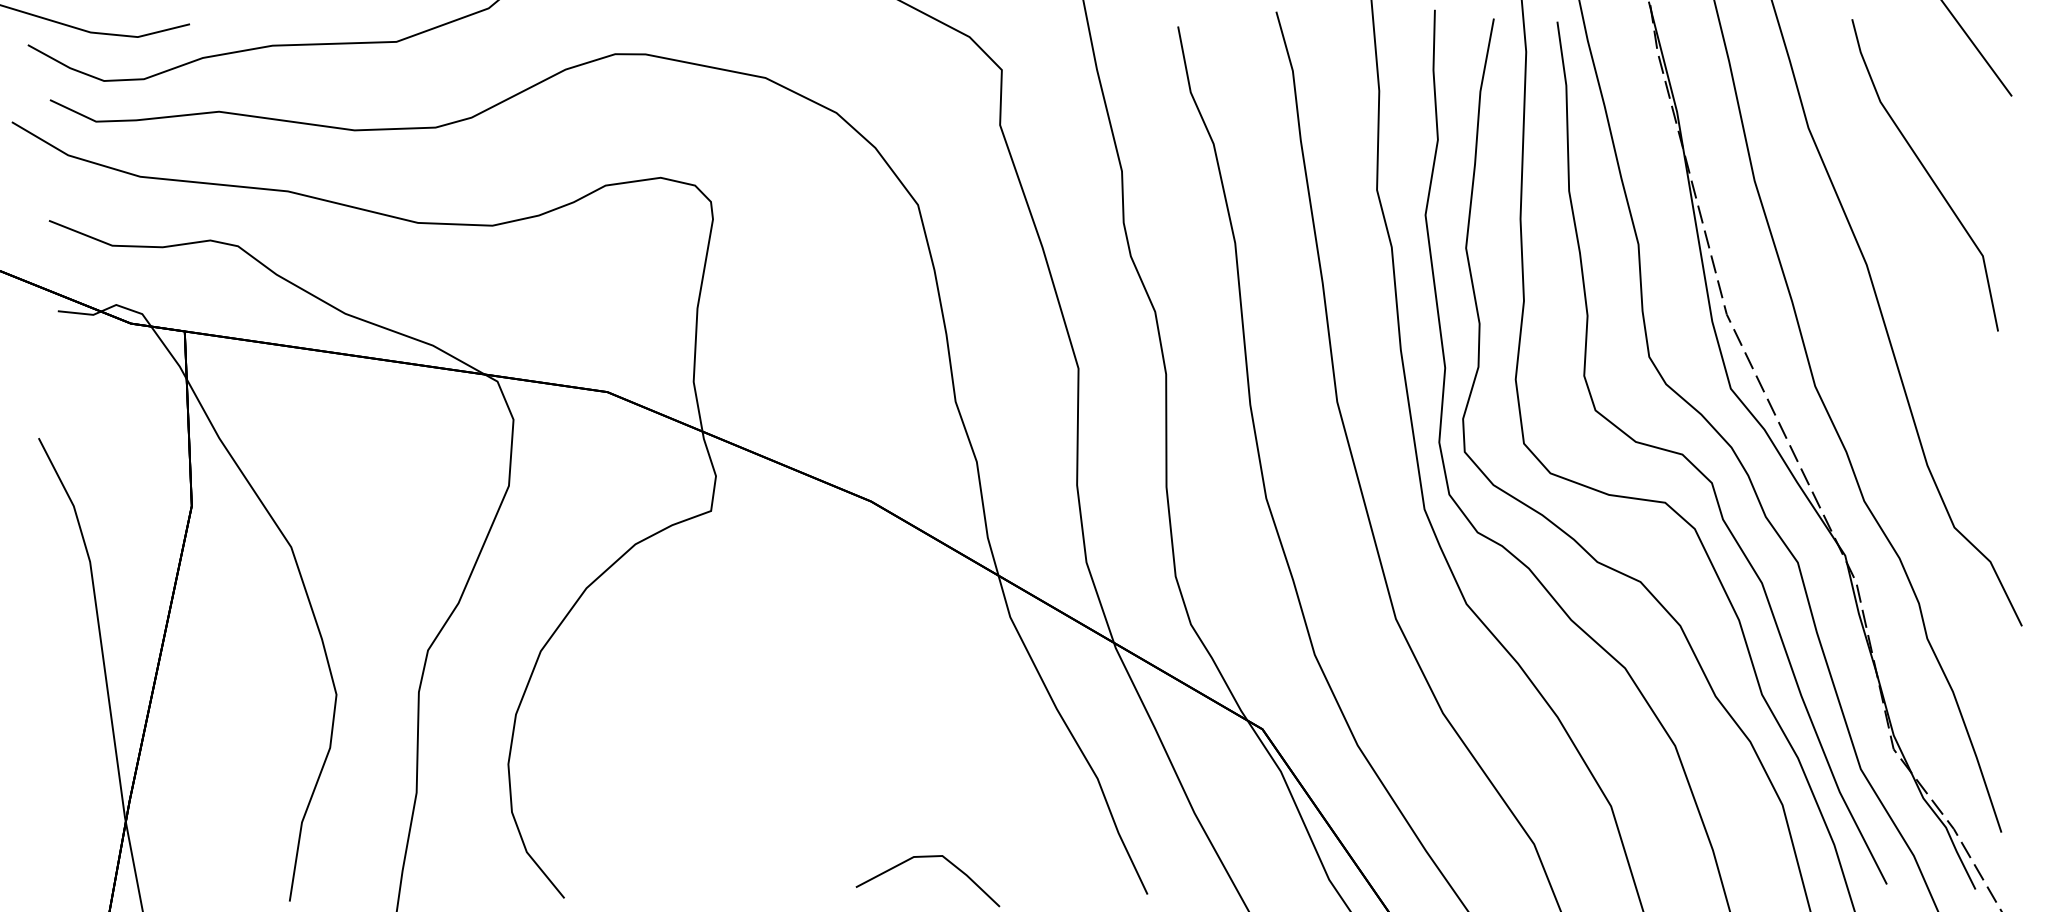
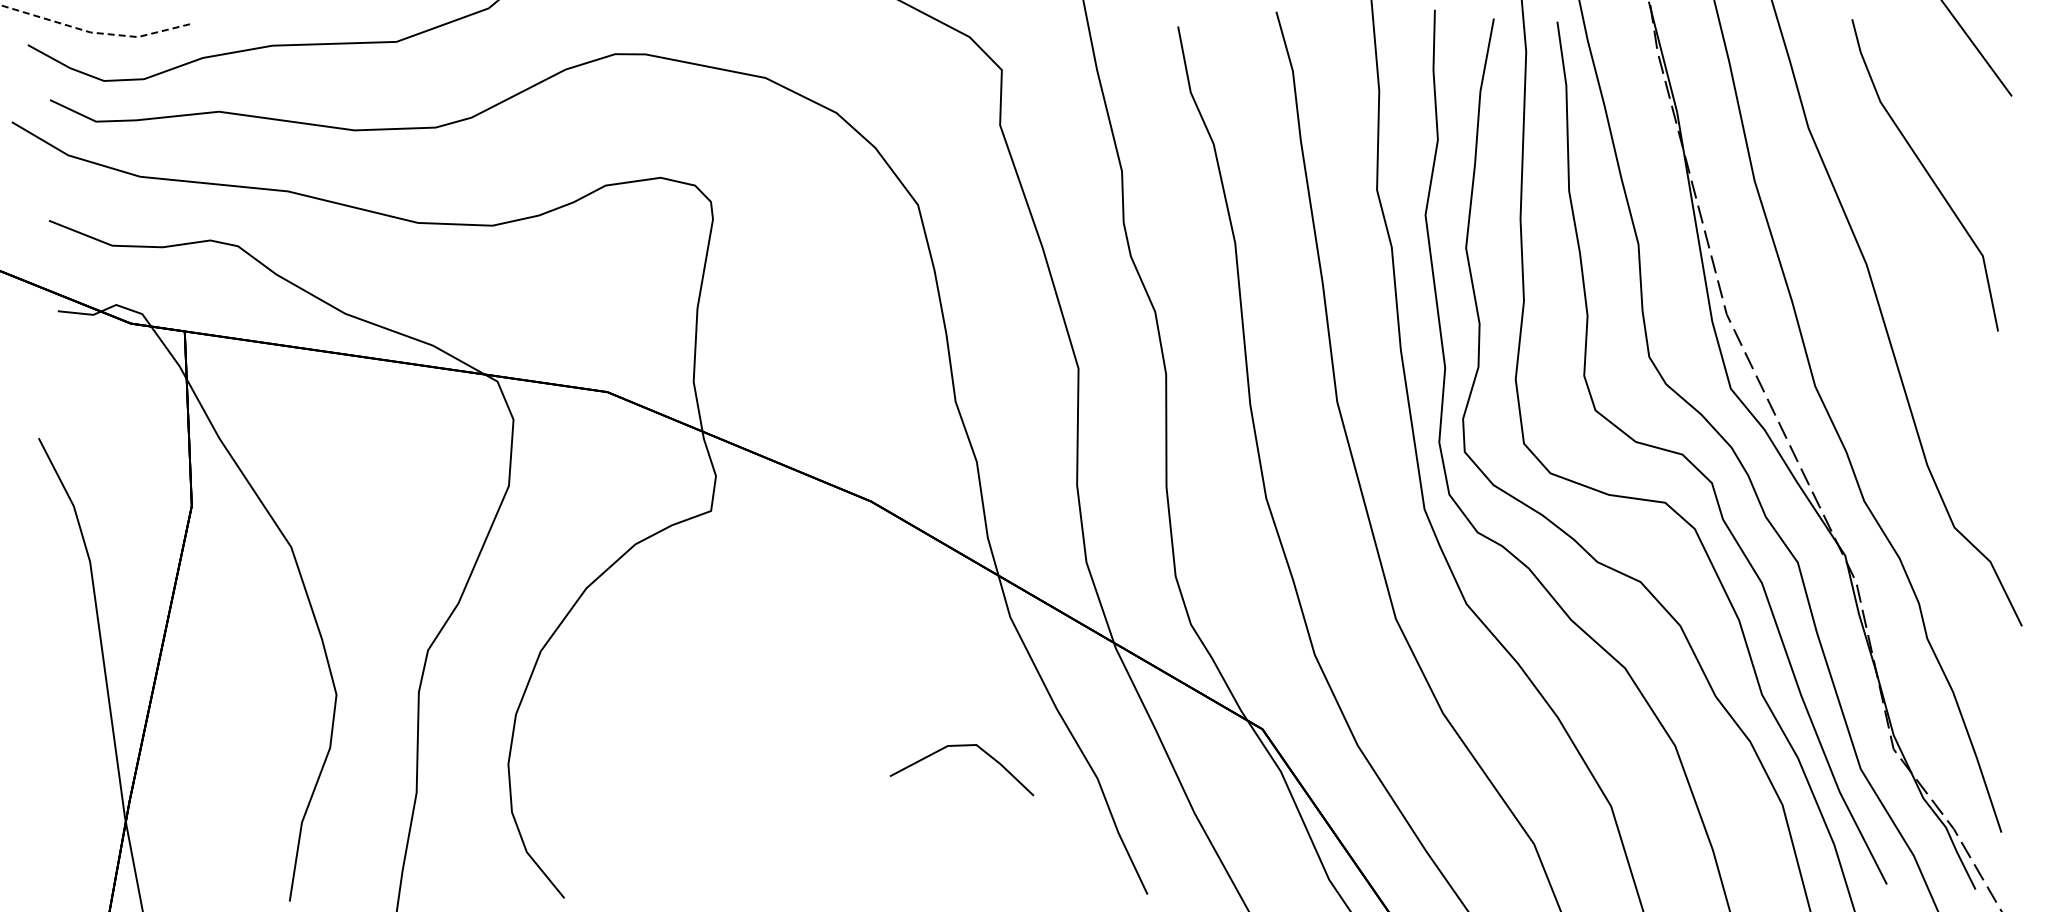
line at (94, 32): solid -> dashed
line at (927, 857) position: (927, 857) -> (961, 746)
